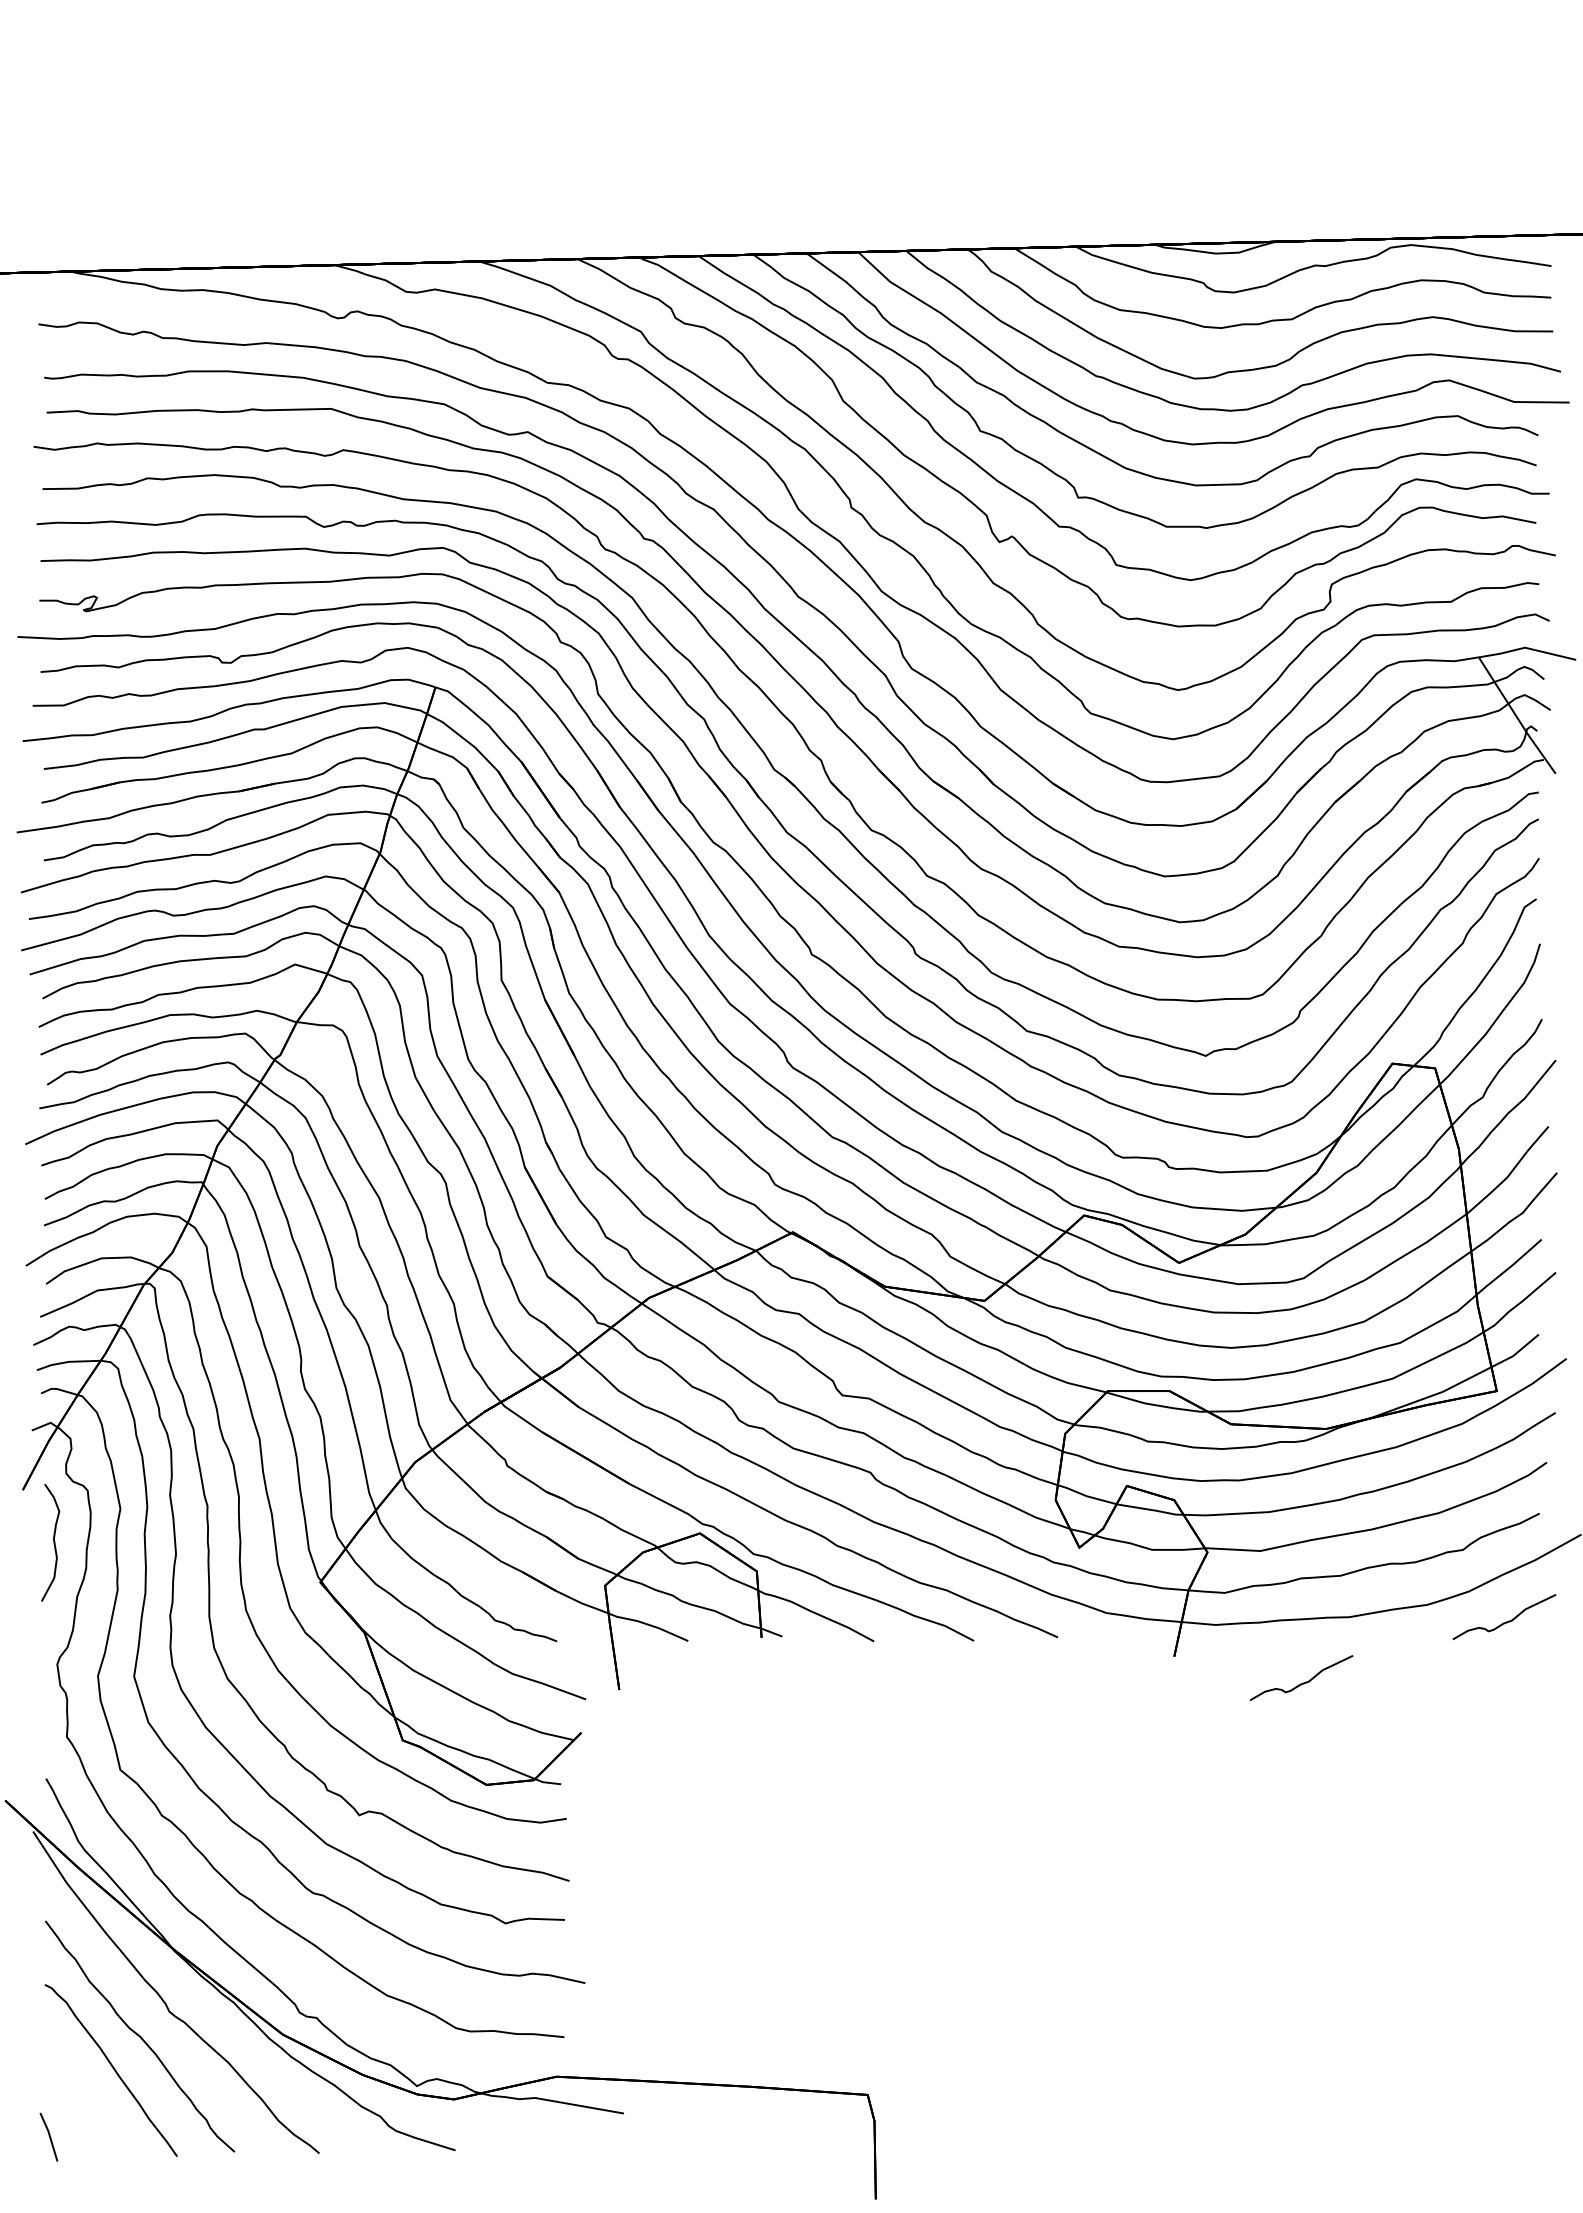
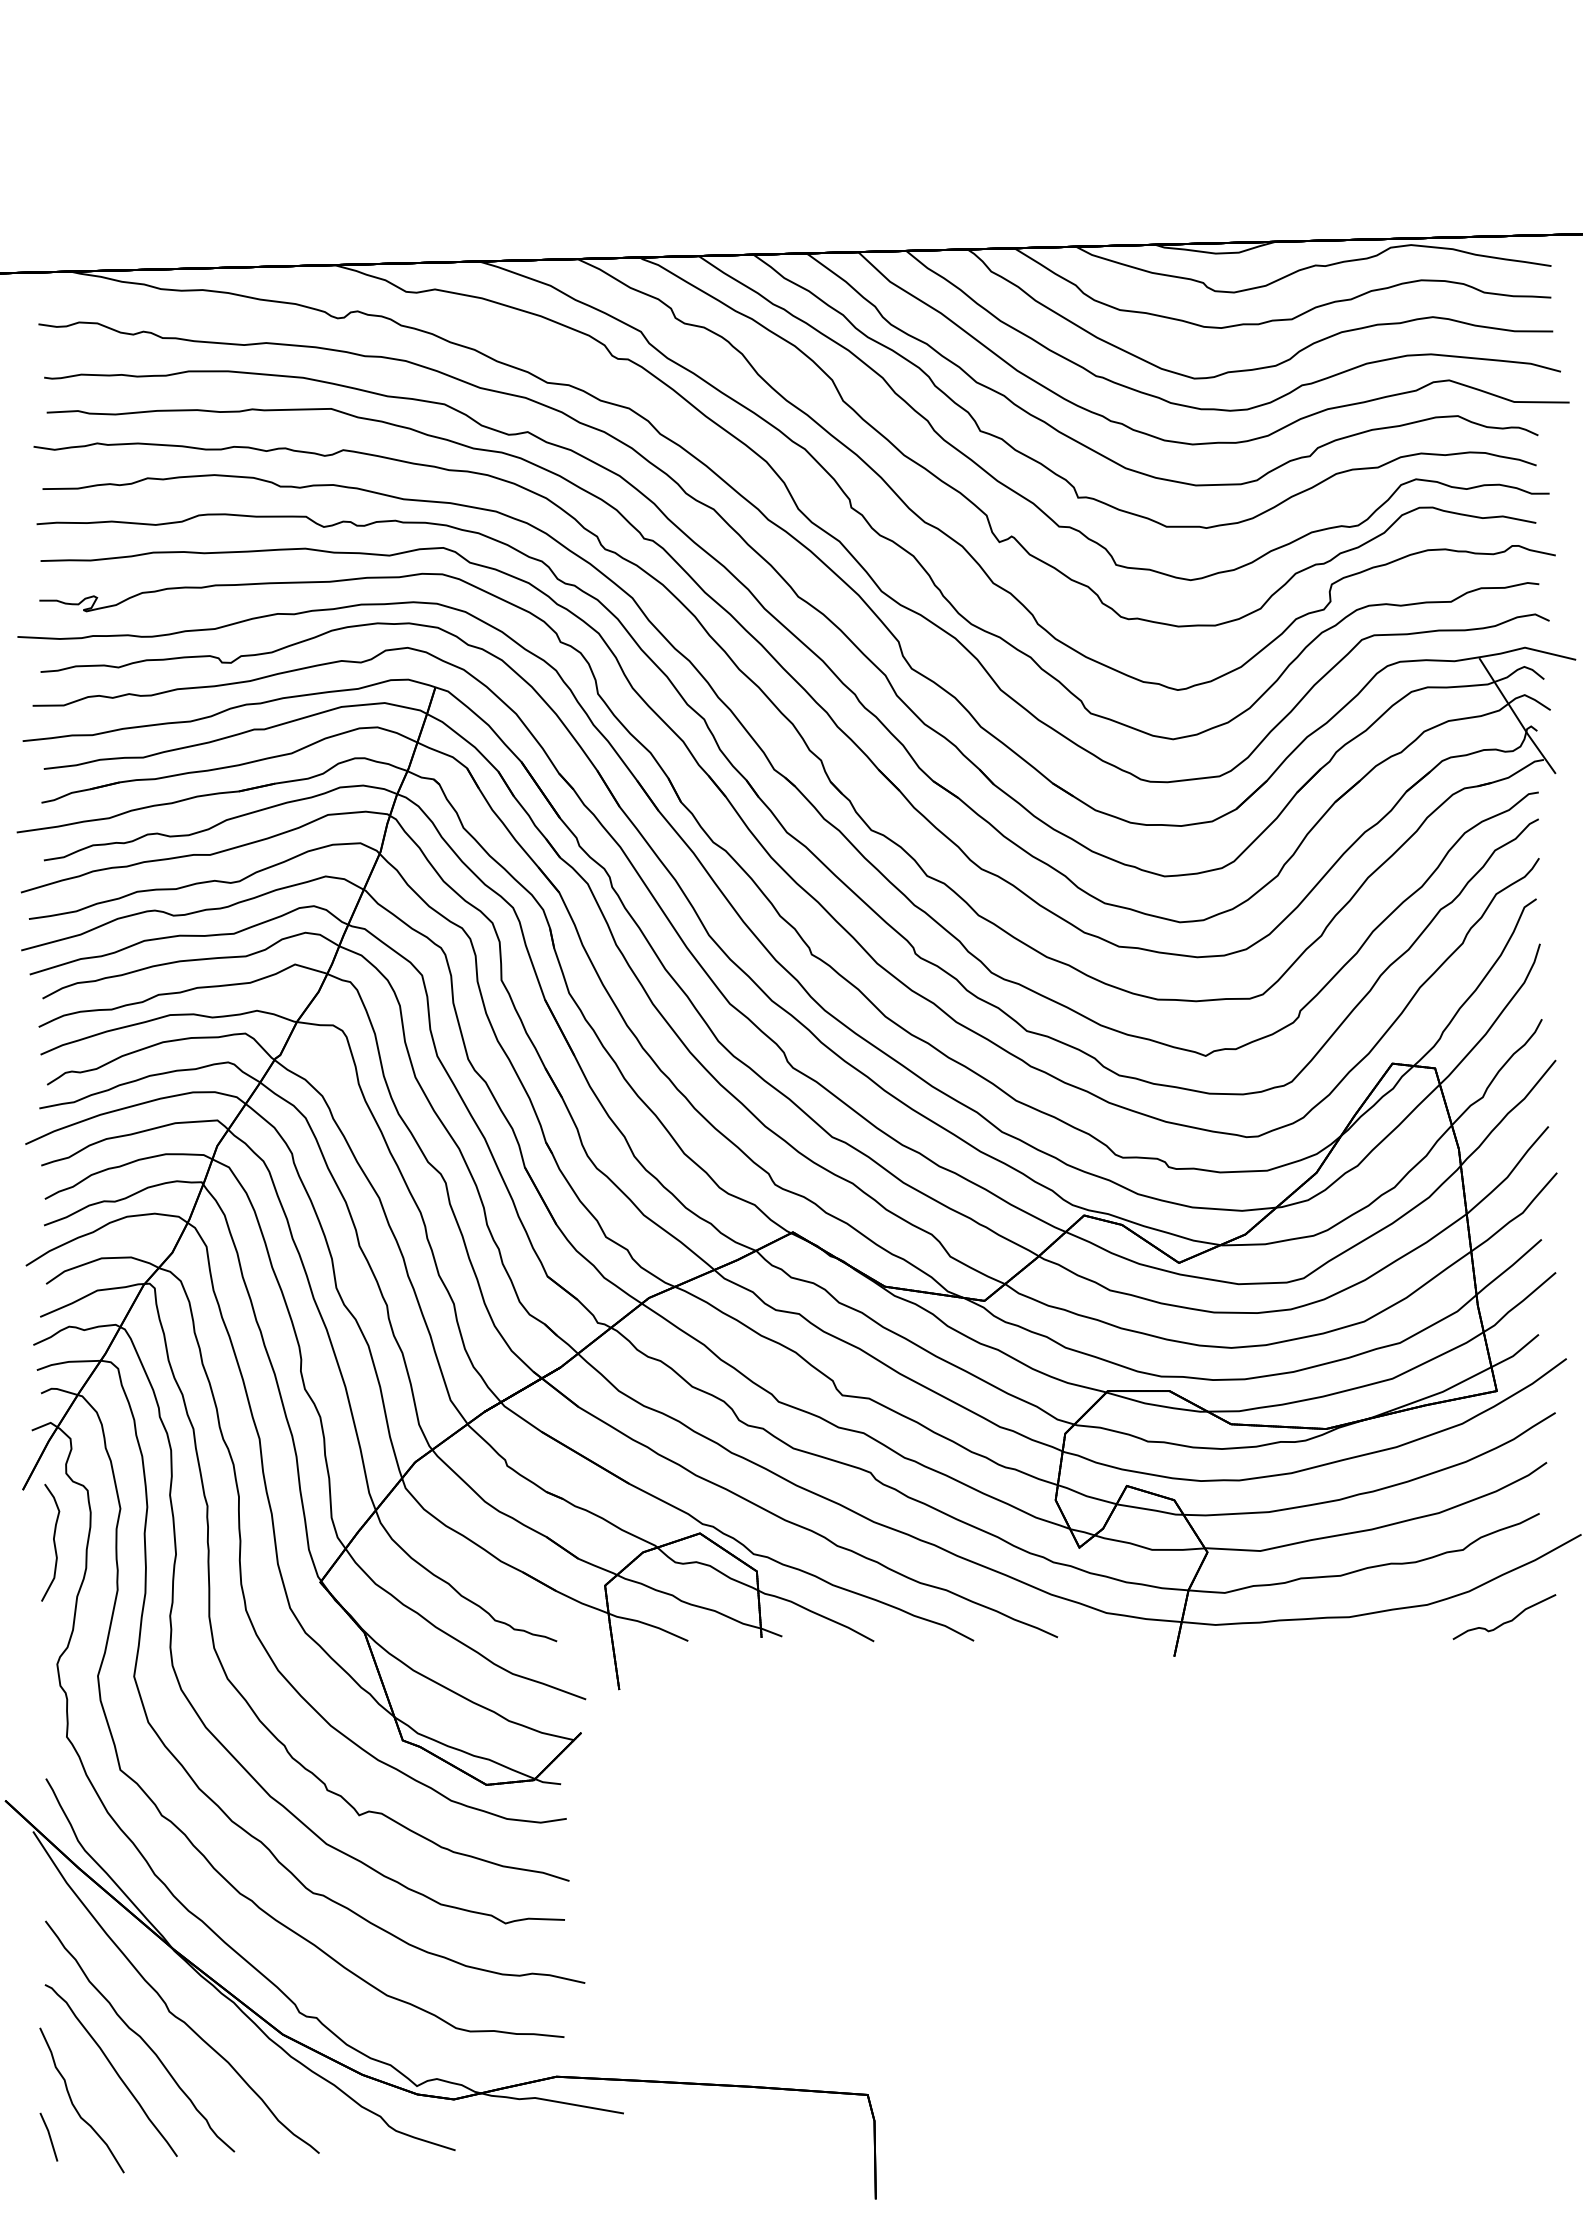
curve at (1302, 1682): present -> none
part at (75, 2106): none -> present
